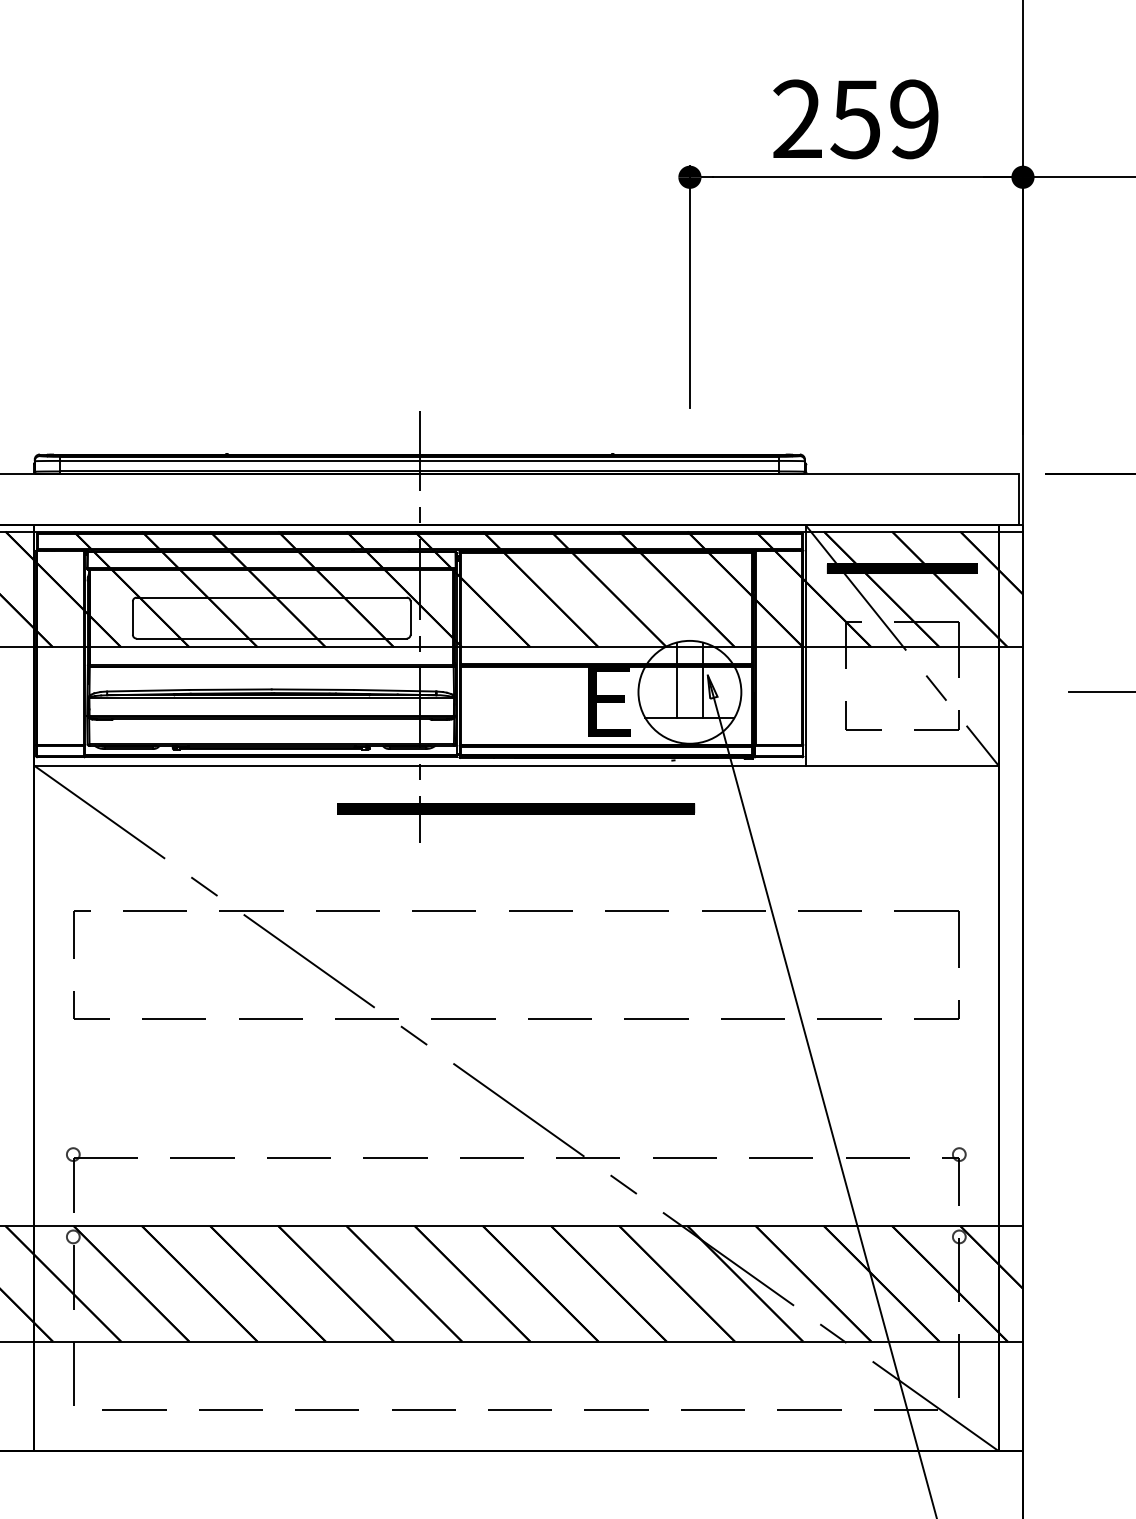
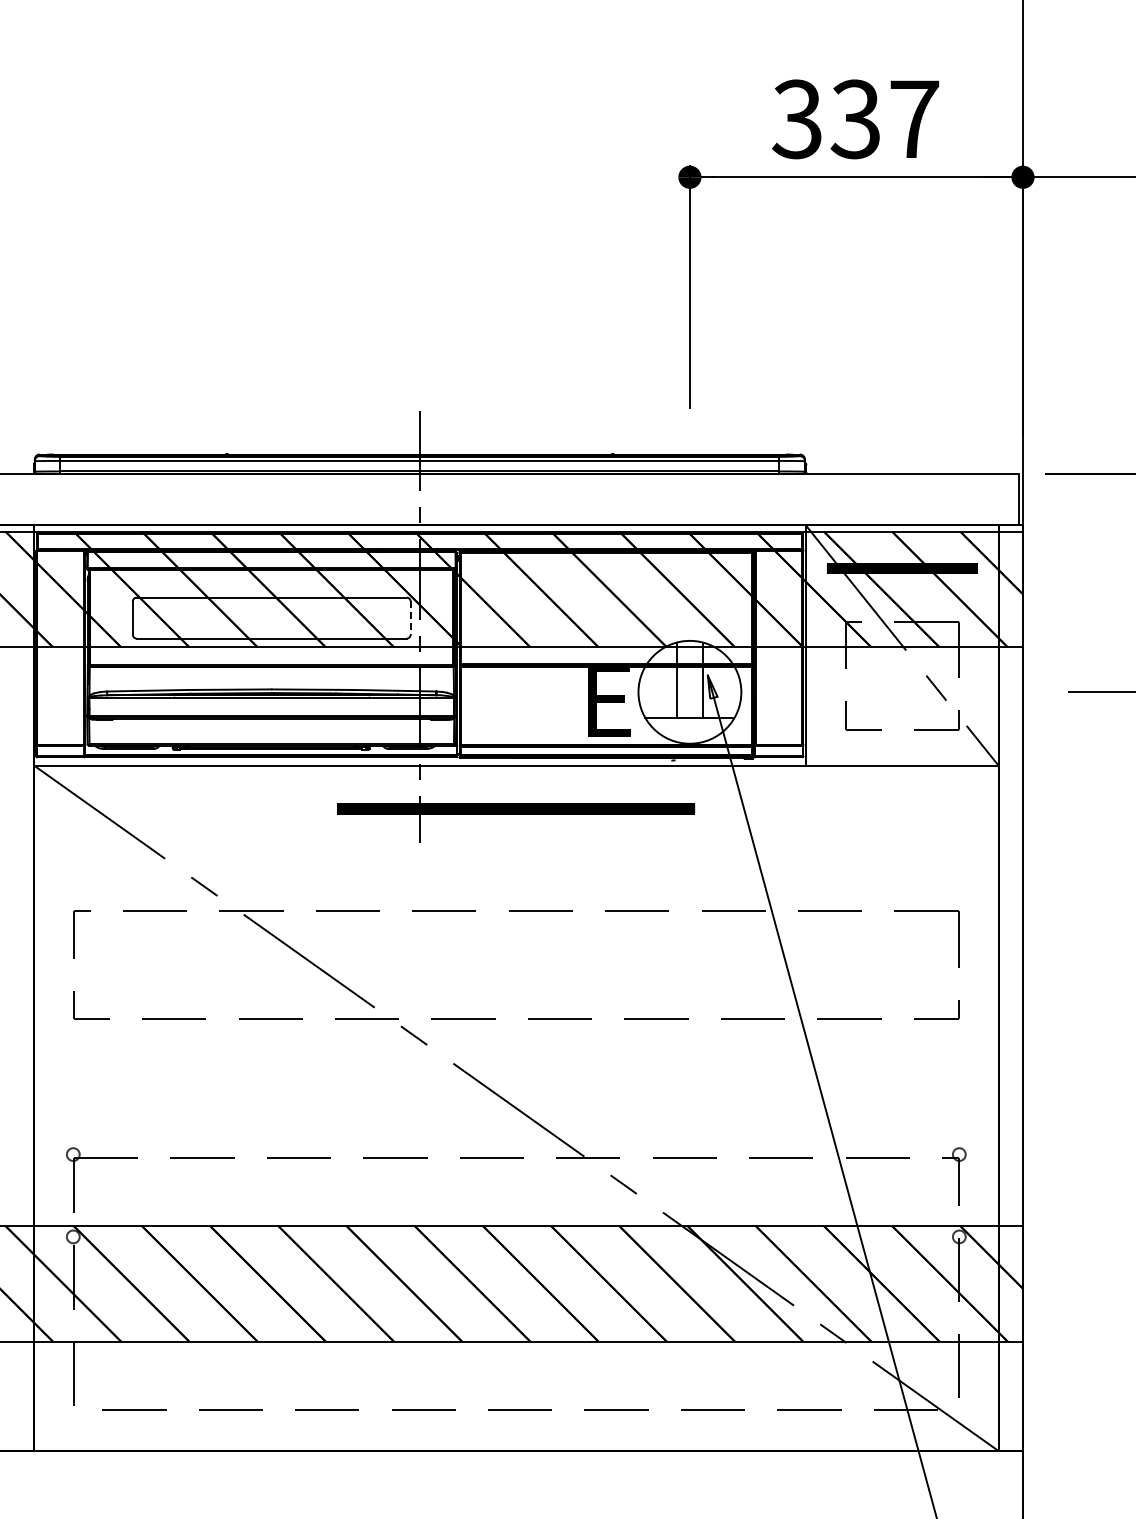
text at (855, 119): 259 -> 337
line at (410, 618): solid -> dashed
